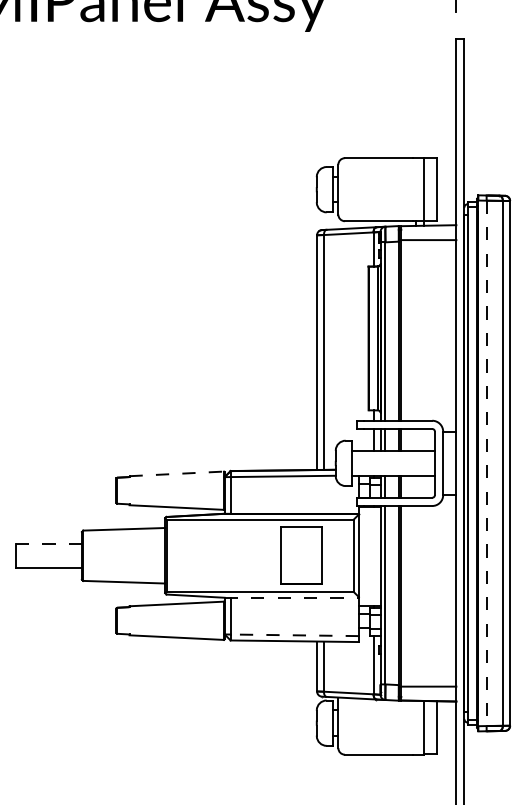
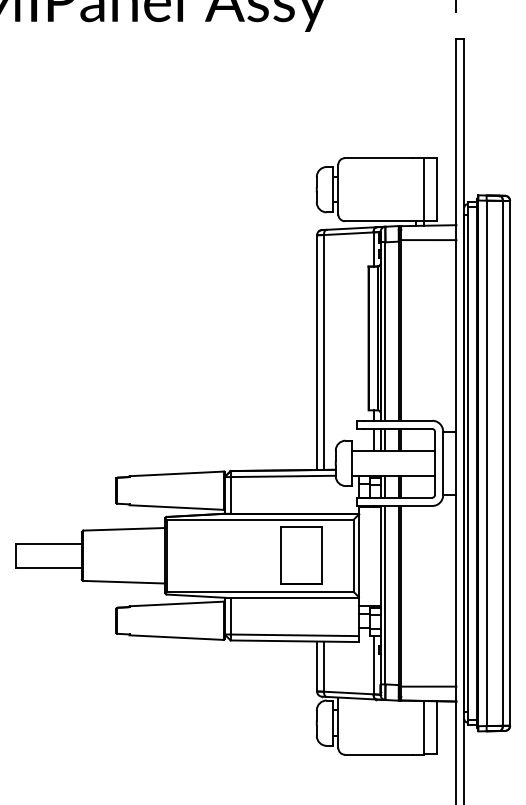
line at (486, 463): dashed -> solid
line at (177, 473): dashed -> solid
line at (48, 543): dashed -> solid
line at (292, 597): dashed -> solid
line at (294, 635): dashed -> solid
